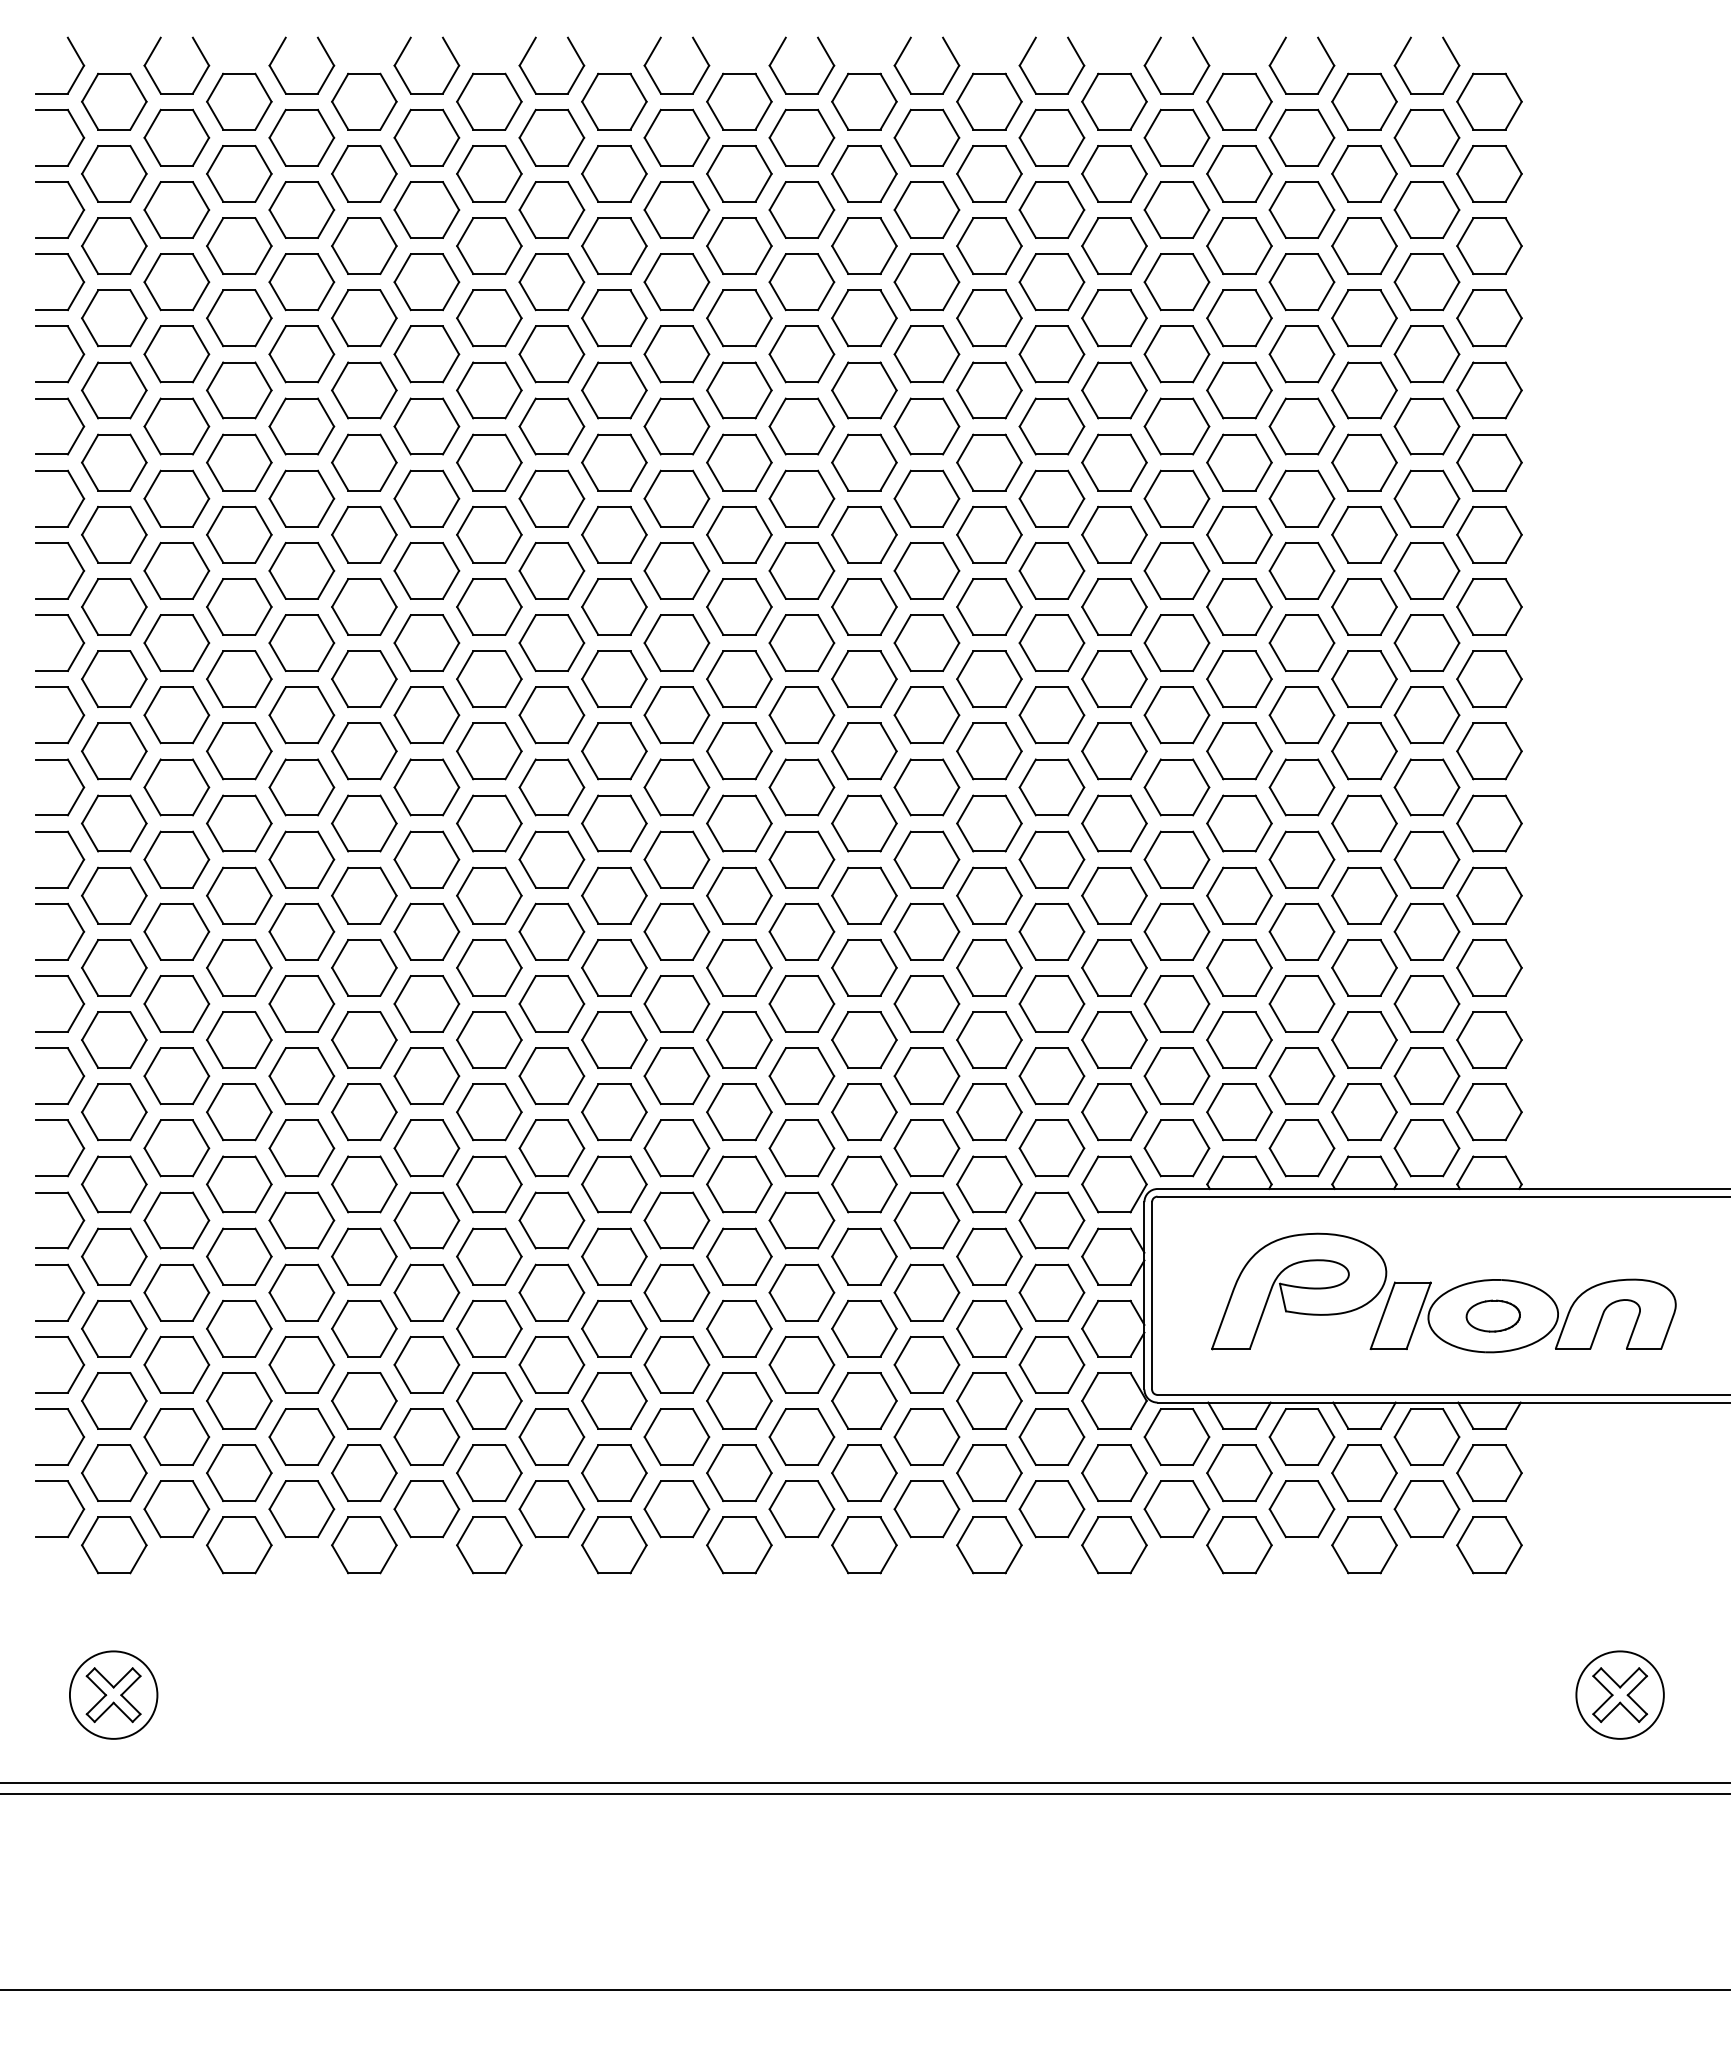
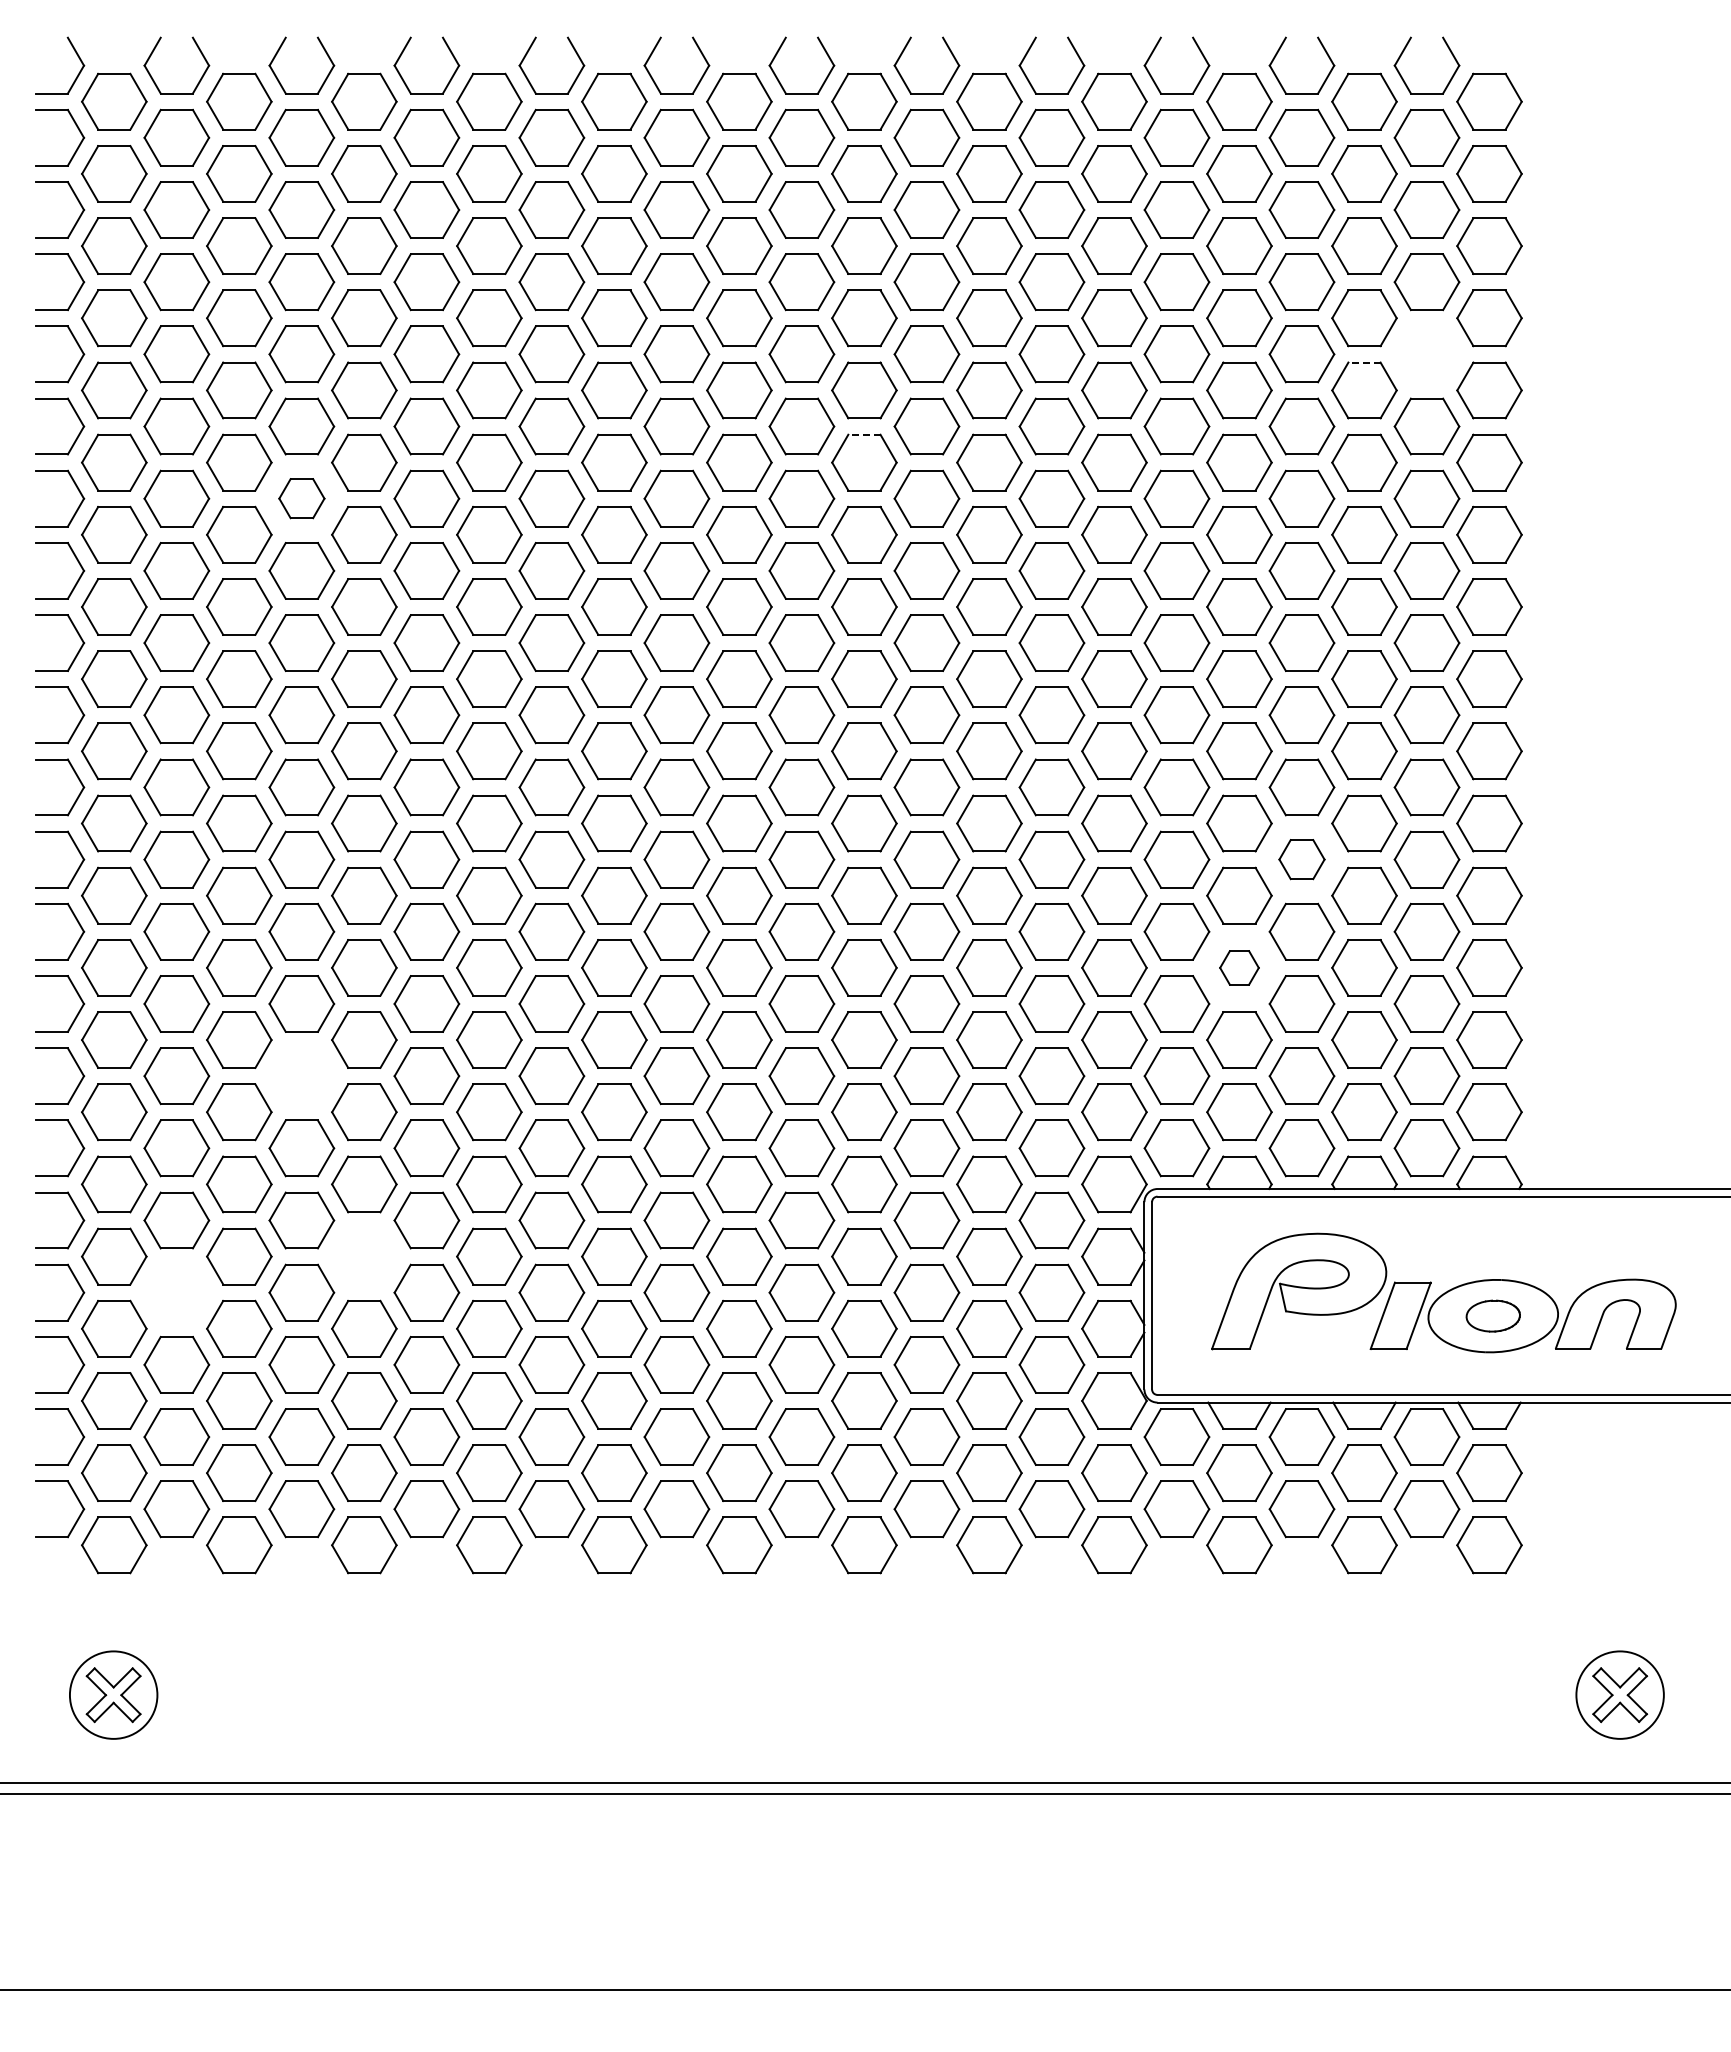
part at (1426, 354): present -> none
line at (1364, 362): solid -> dashed
line at (863, 434): solid -> dashed
part at (301, 498) size: 68x59 px -> 48x42 px
part at (1301, 859) size: 68x59 px -> 48x42 px
part at (1239, 967) size: 67x58 px -> 41x36 px
part at (301, 1076): present -> none
part at (364, 1256): present -> none
part at (176, 1292): present -> none
